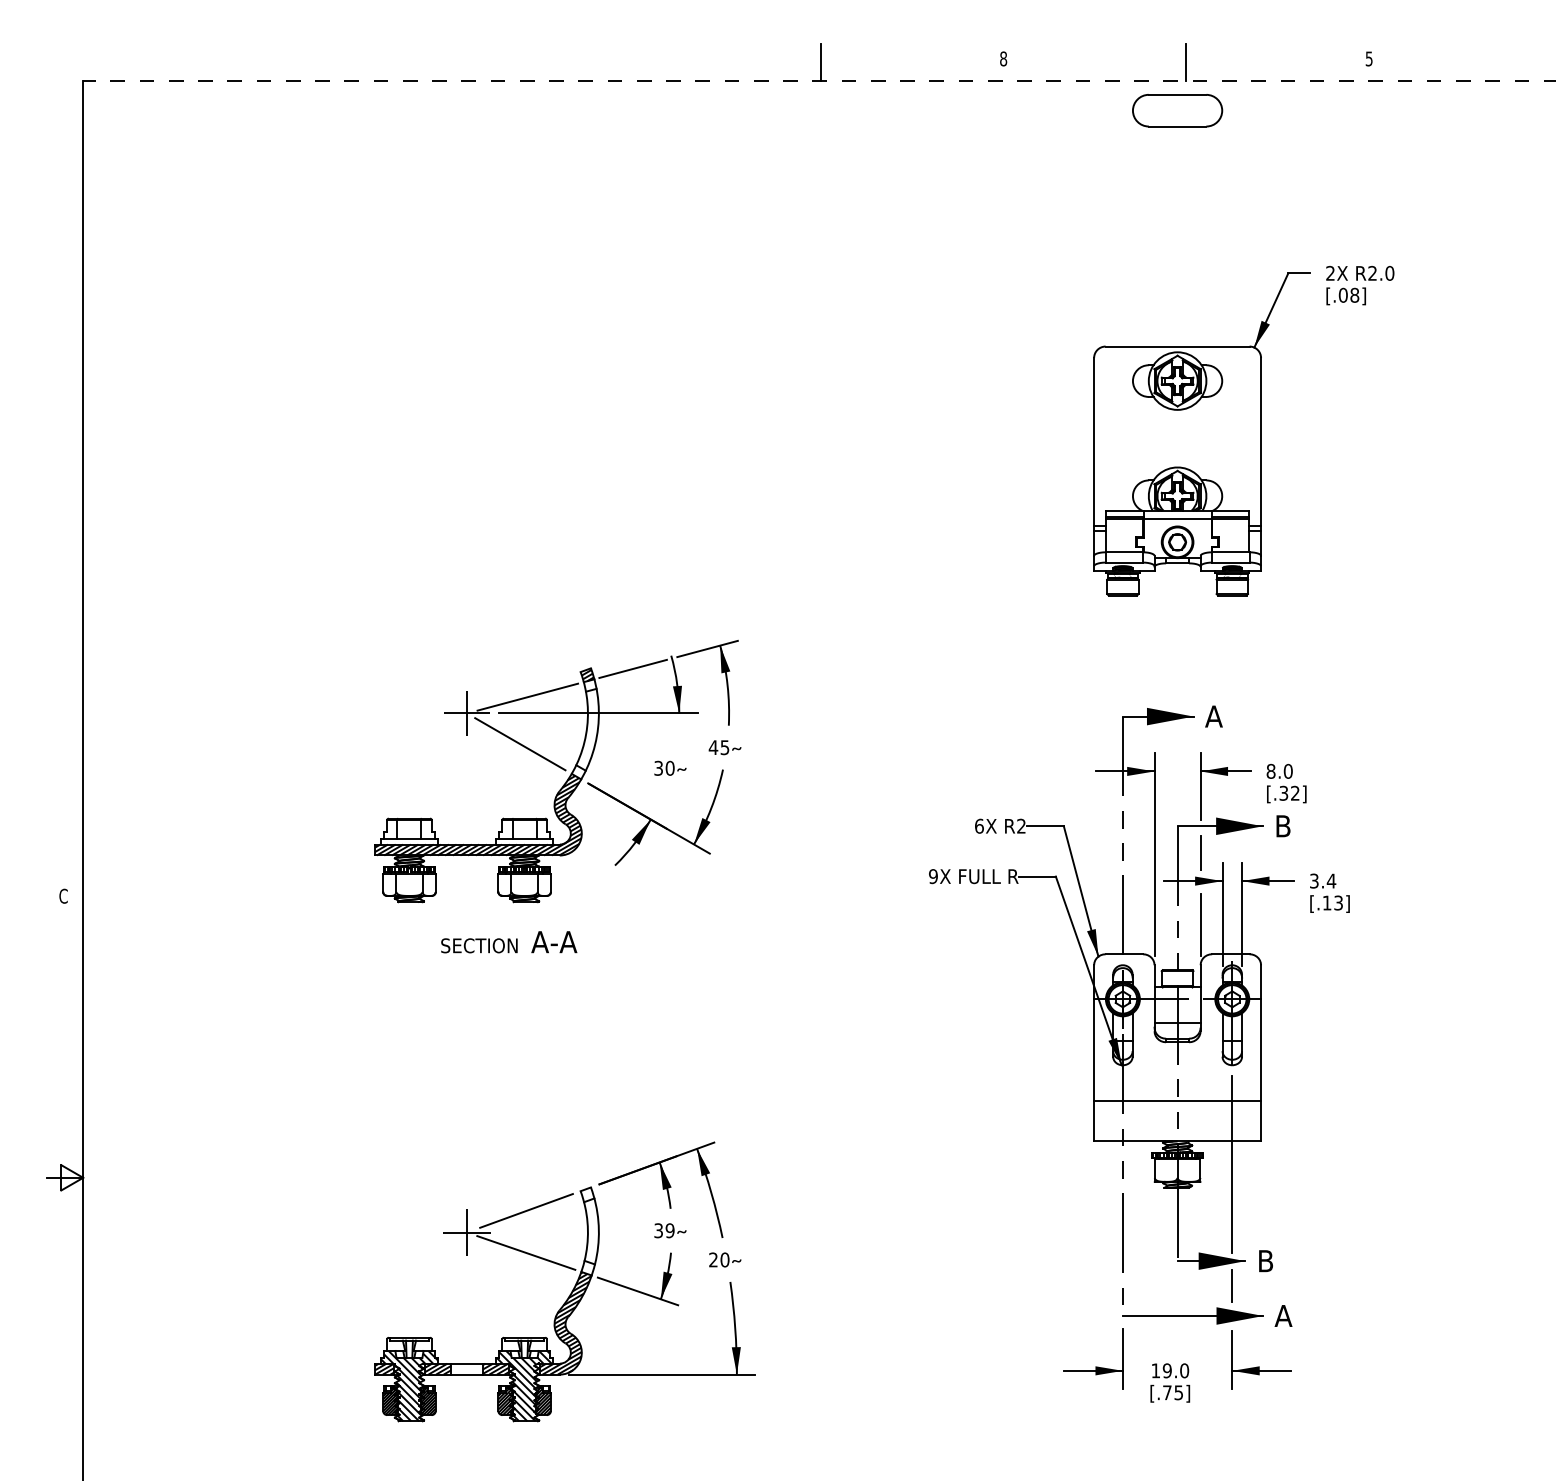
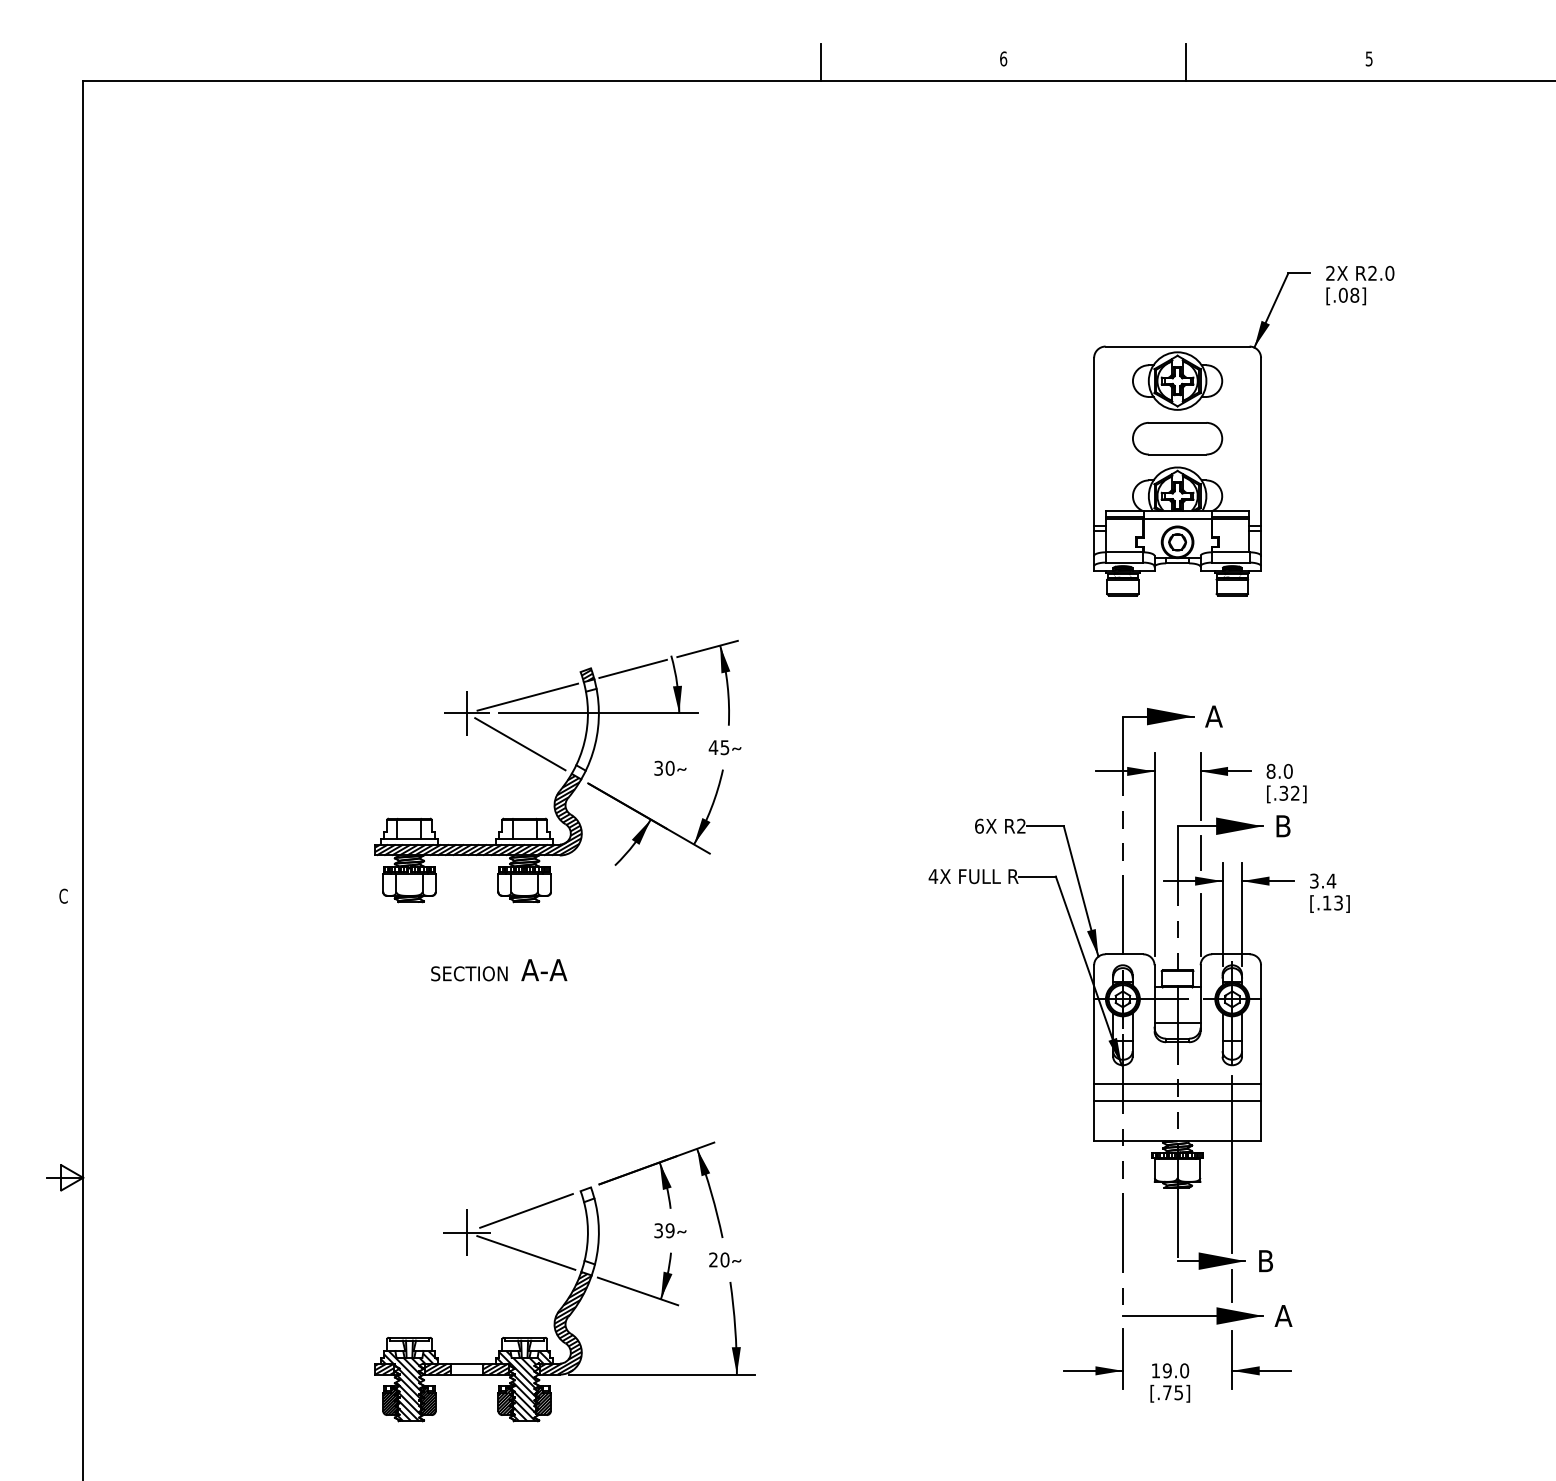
text at (1003, 58): 8 -> 6
line at (819, 80): dashed -> solid
part at (1177, 110) position: (1177, 110) -> (1177, 438)
text at (933, 876): 9X -> 4X
text at (509, 942) position: (509, 942) -> (499, 970)
line at (1177, 1084): none -> present
